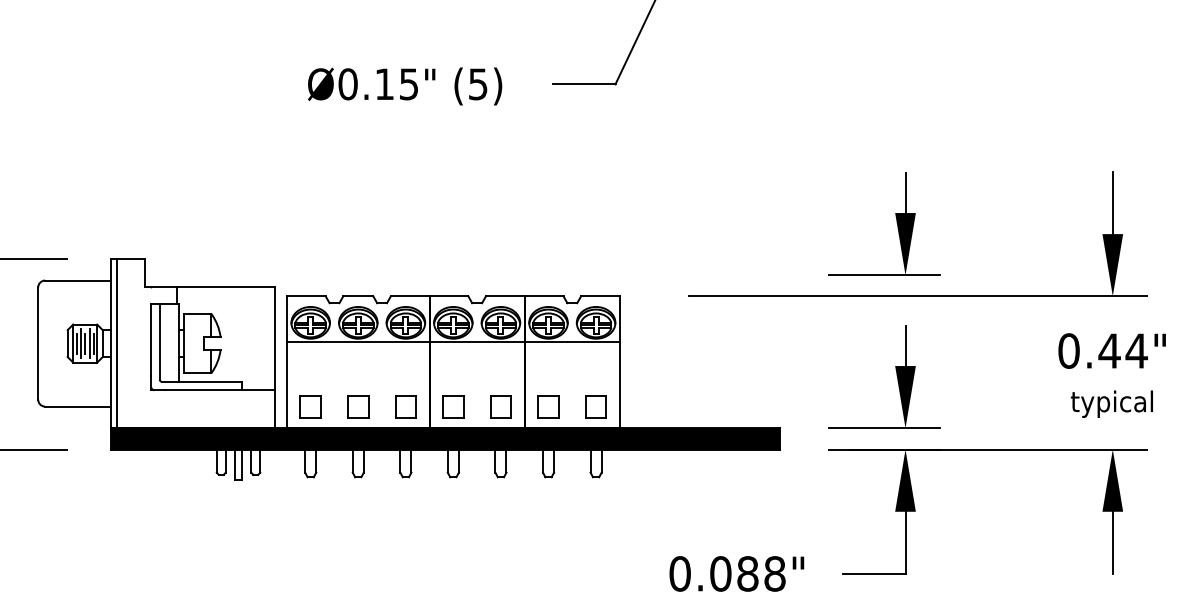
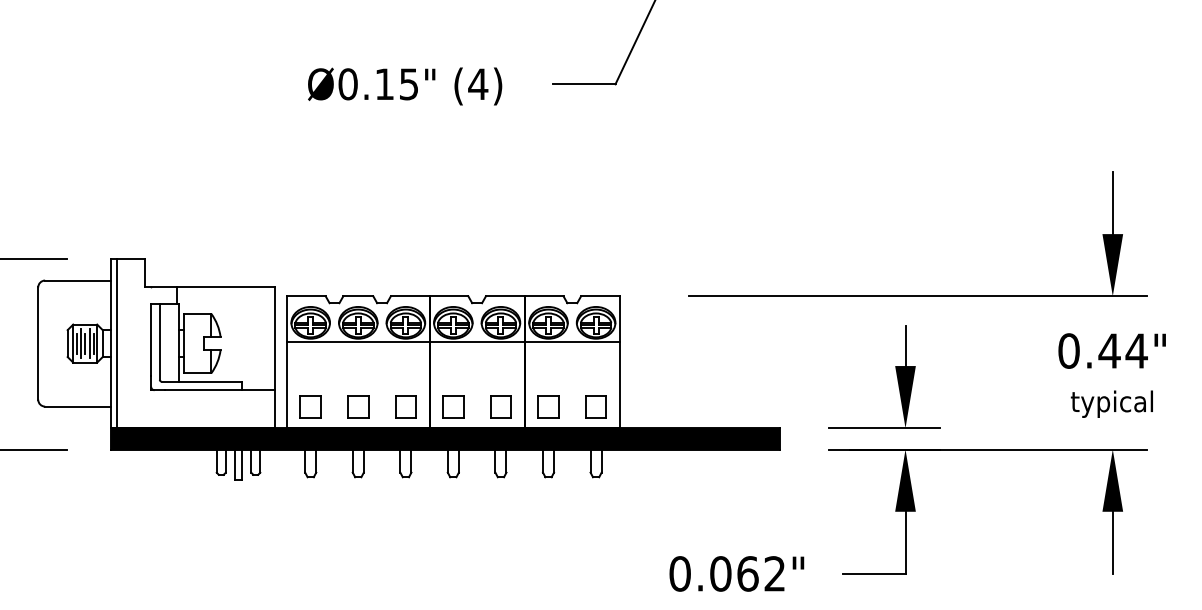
text at (478, 84): (5) -> (4)
part at (896, 222): present -> none
text at (761, 573): 0.088" -> 0.062"
